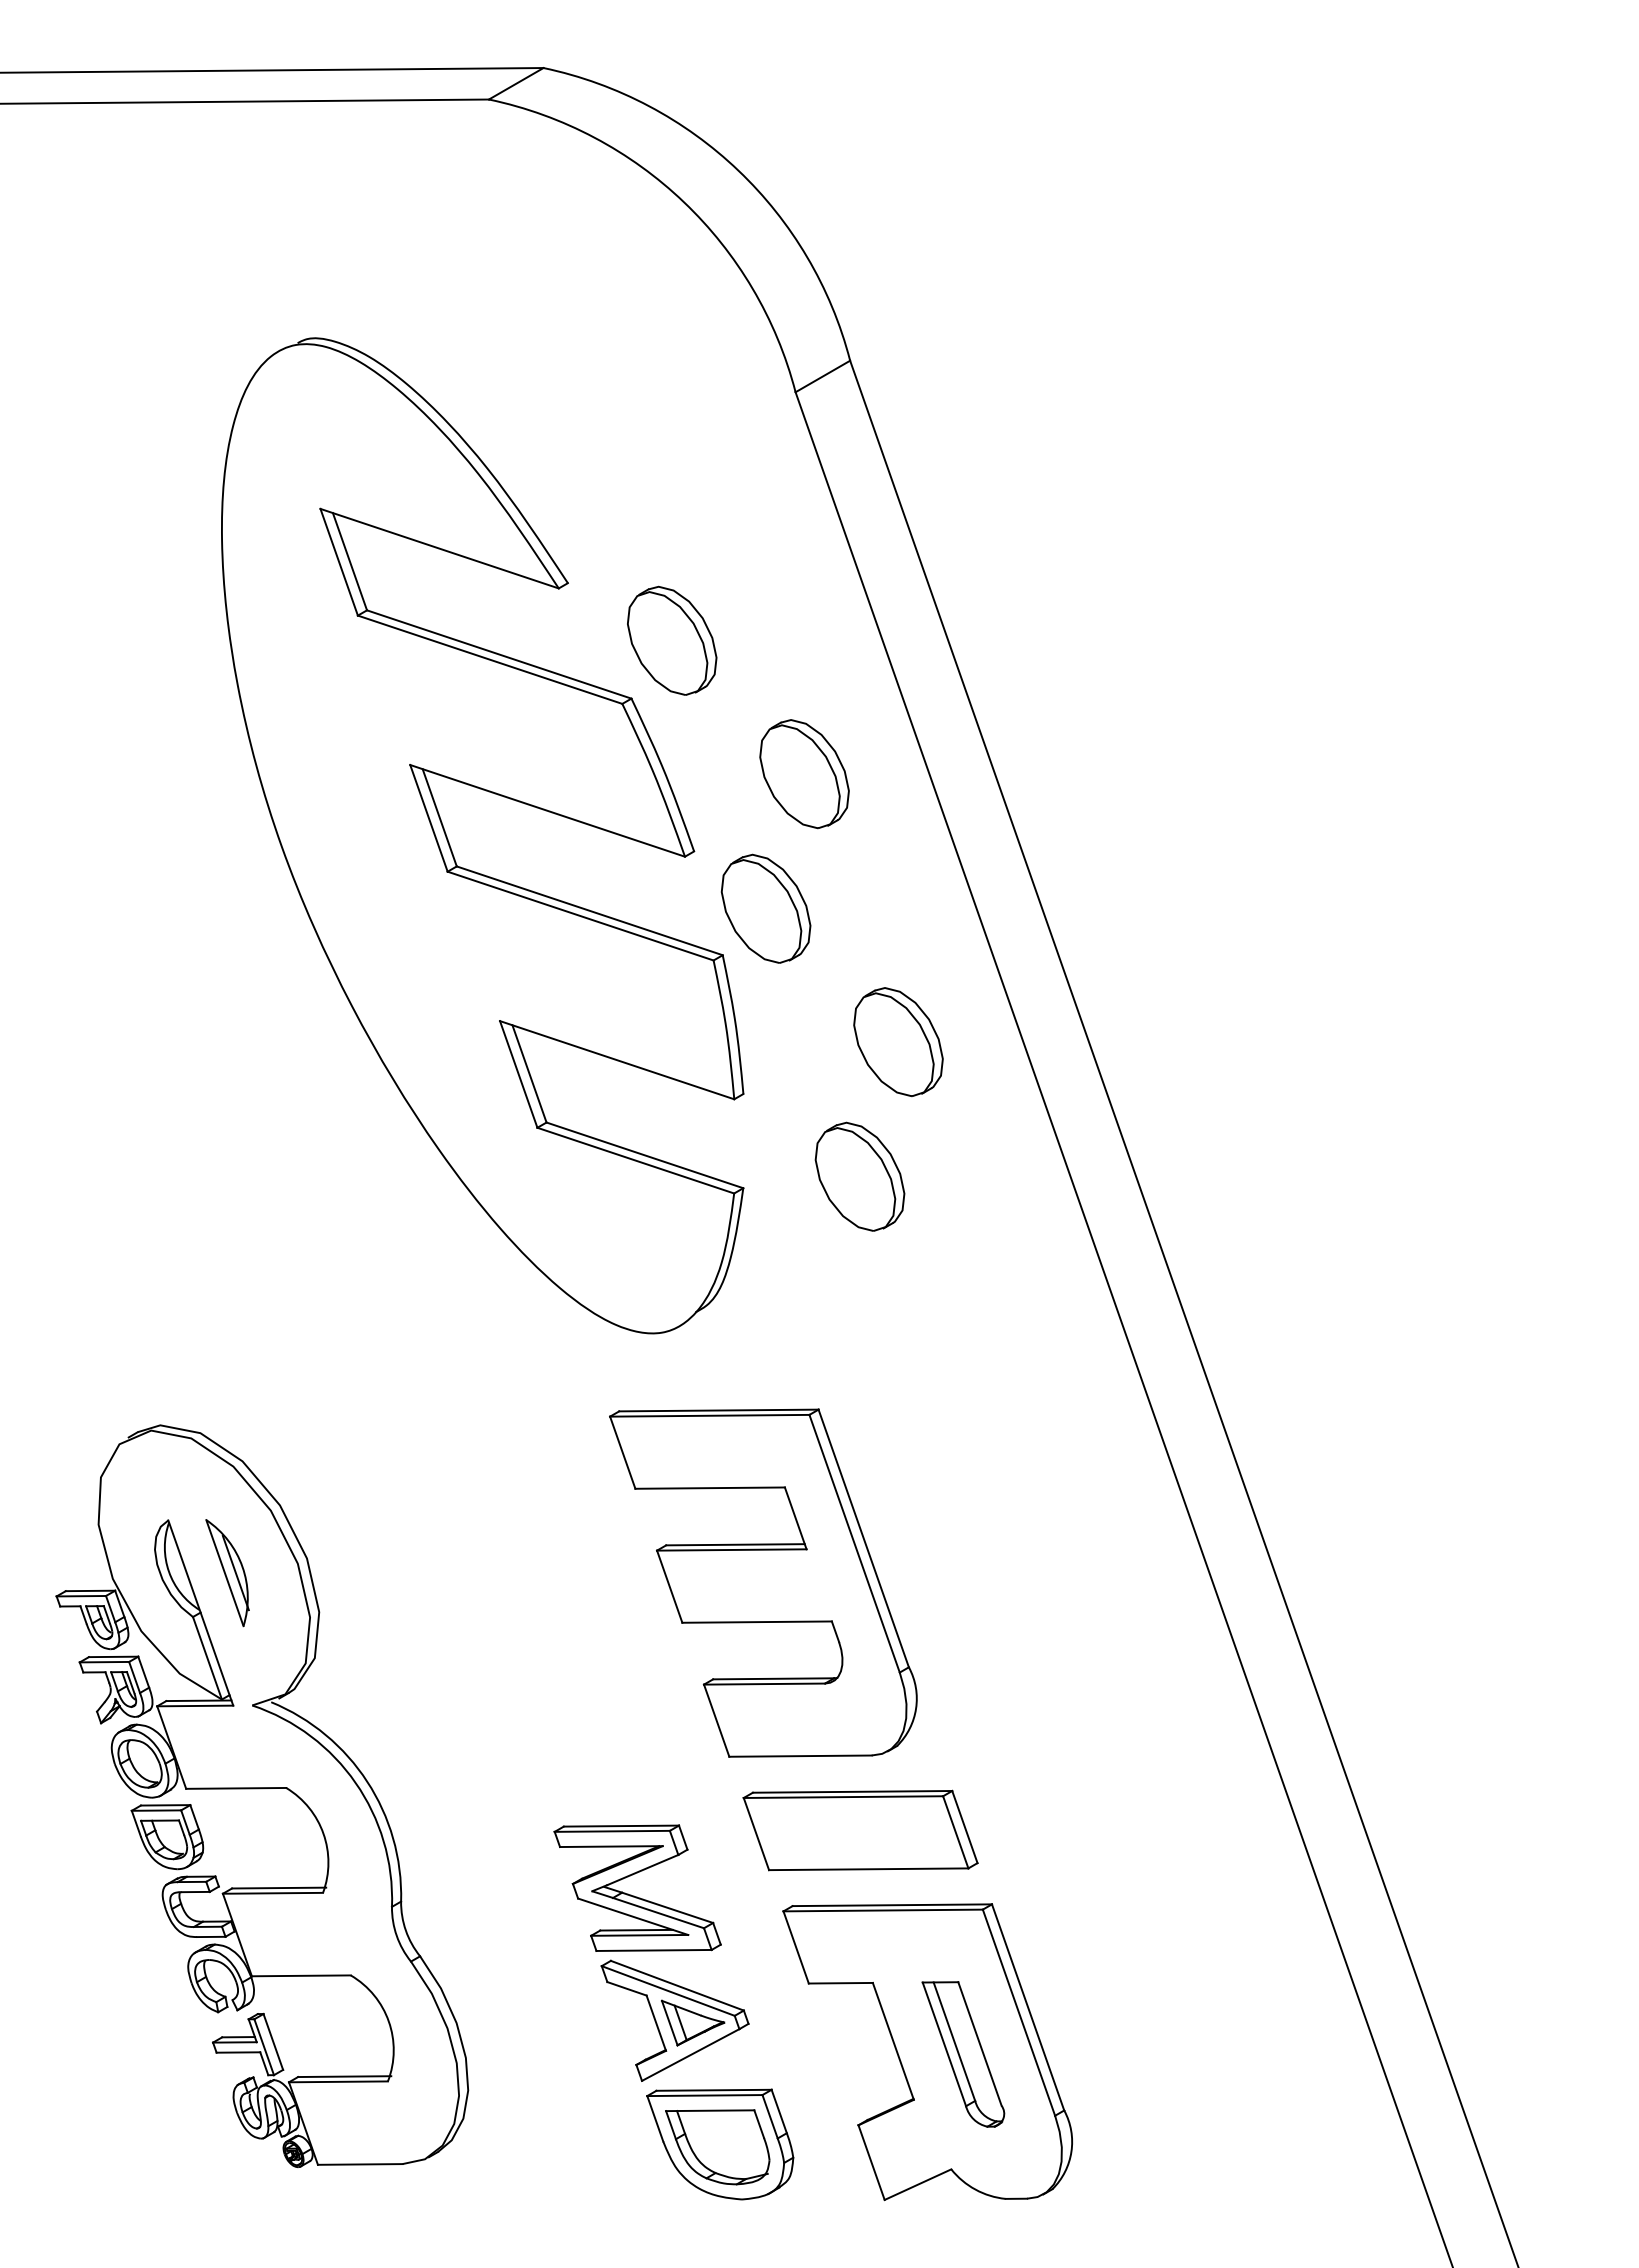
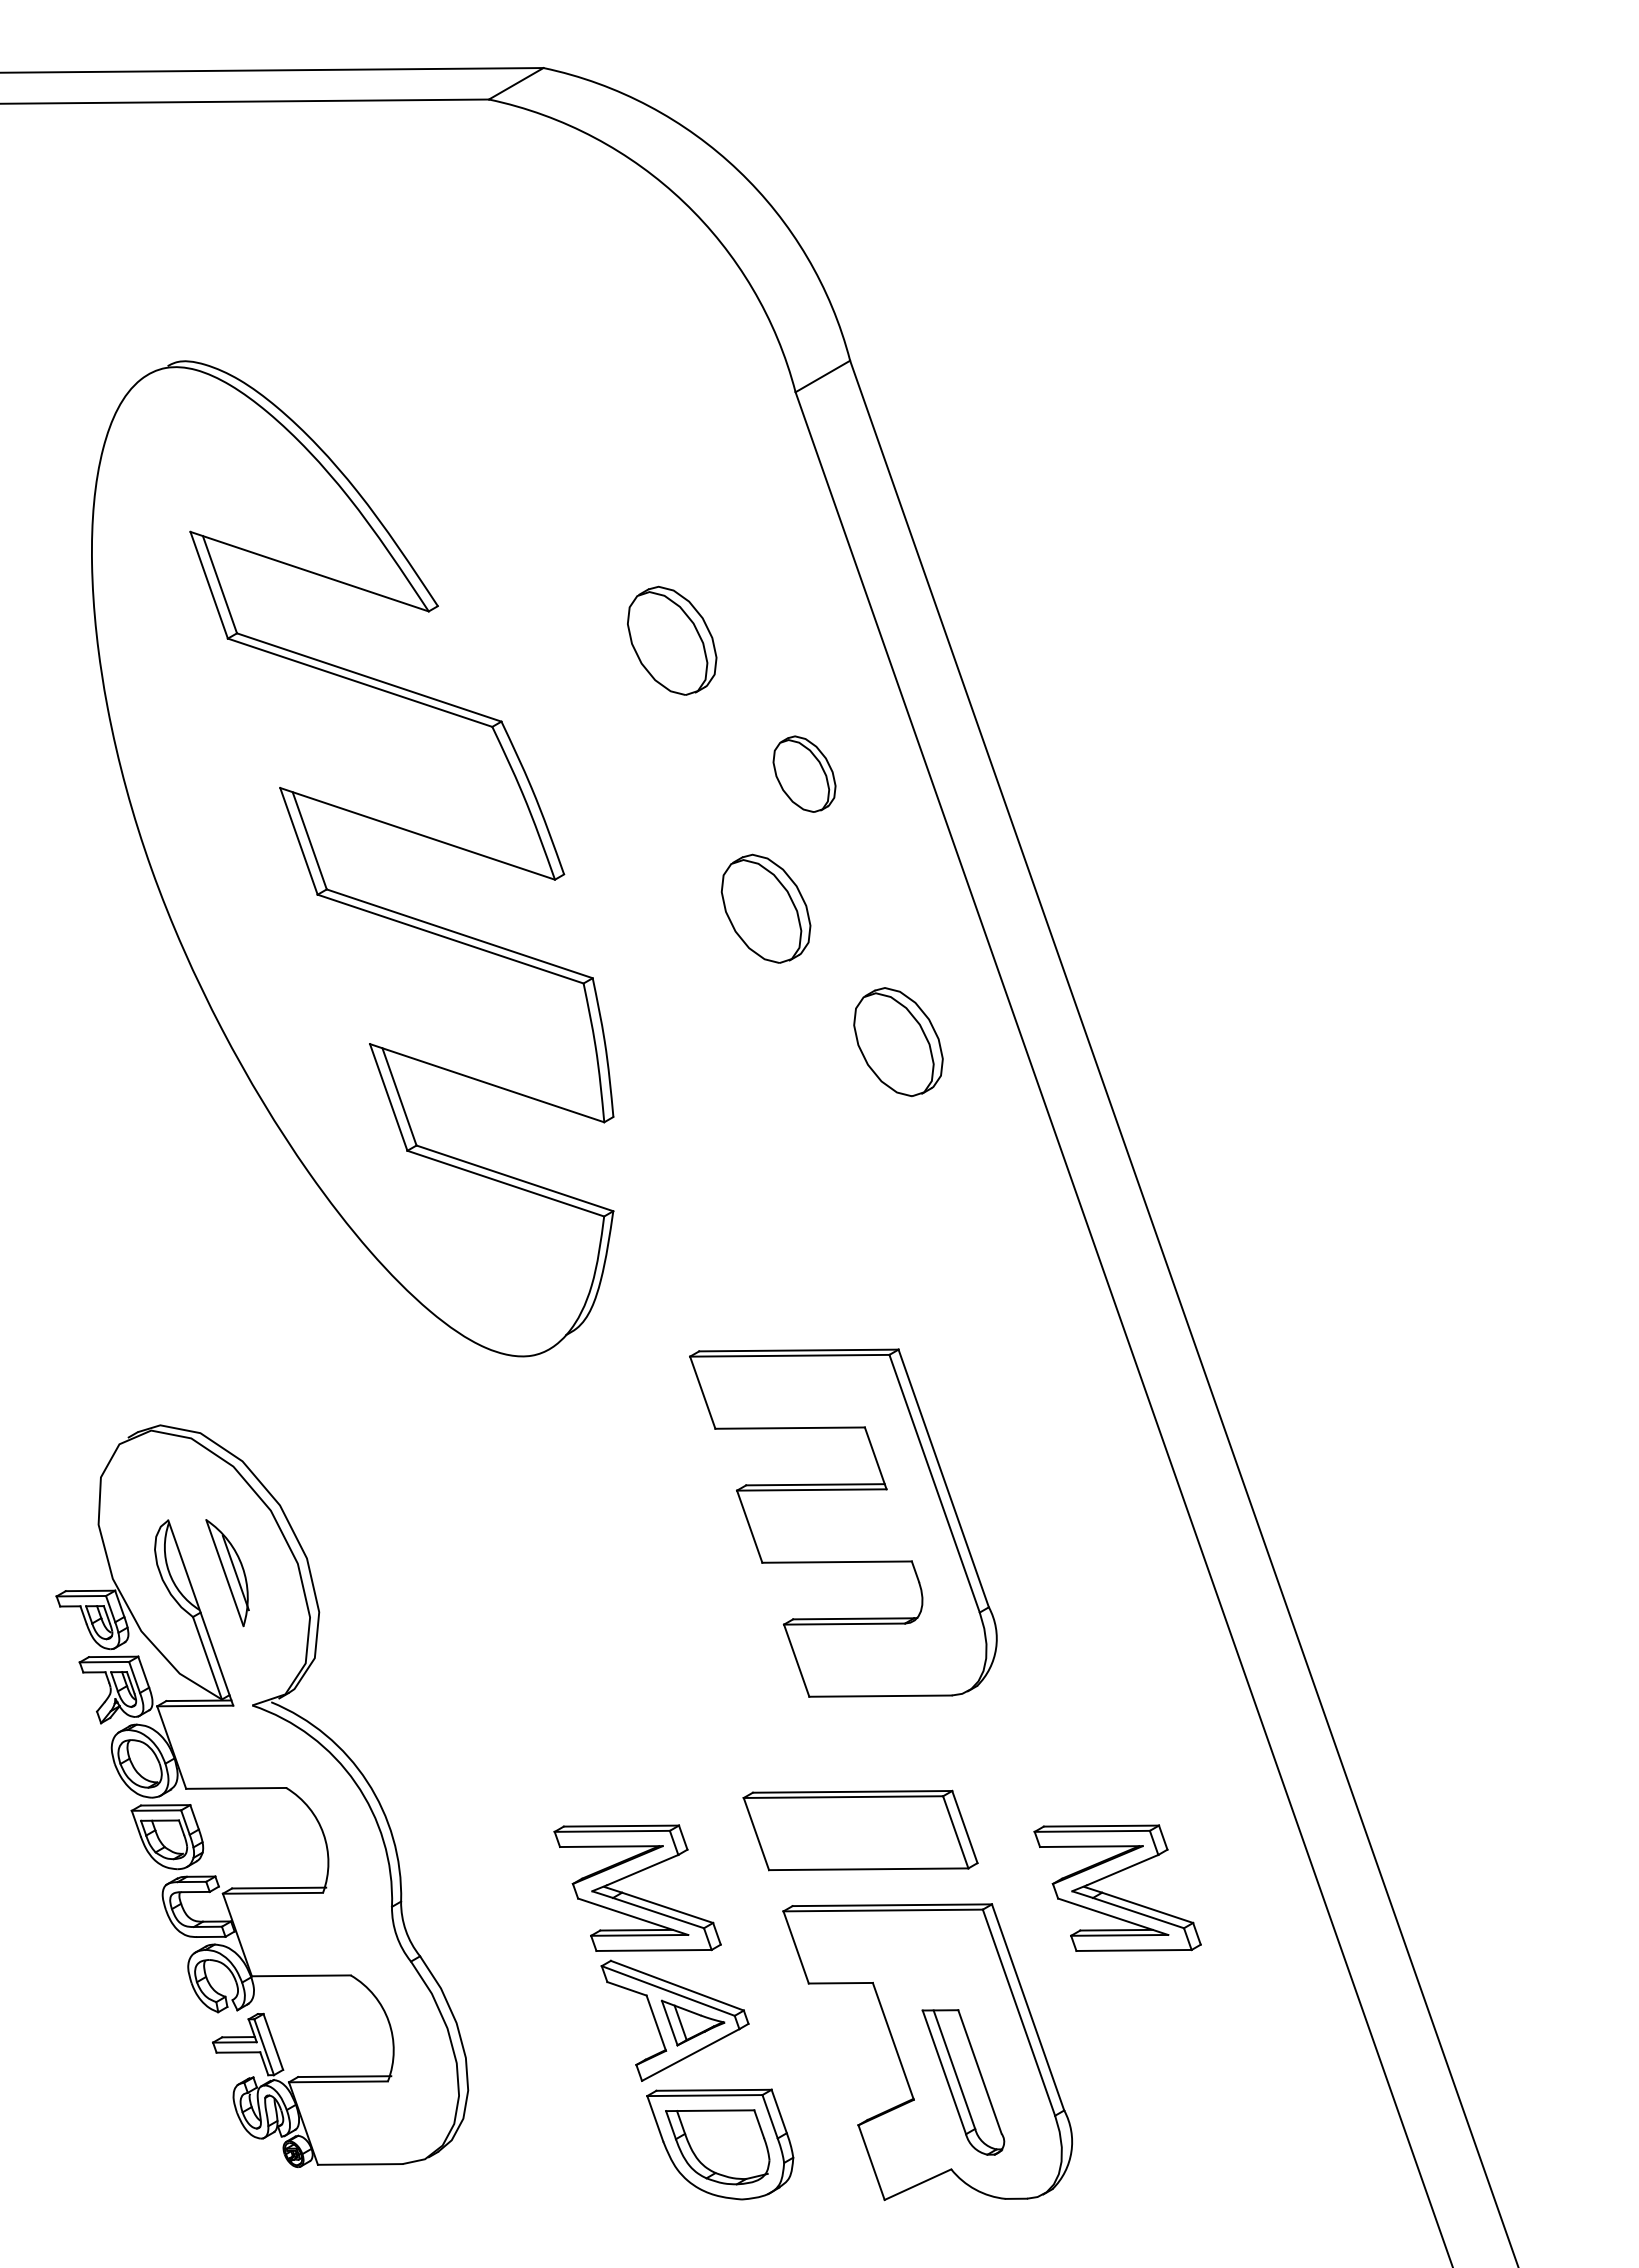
part at (804, 774) size: 91x111 px -> 65x78 px
part at (450, 844) position: (450, 844) -> (320, 867)
part at (859, 1176): present -> none
part at (763, 1582) position: (763, 1582) -> (843, 1522)
part at (1114, 1895): none -> present
part at (963, 2054) position: (963, 2054) -> (963, 2082)
